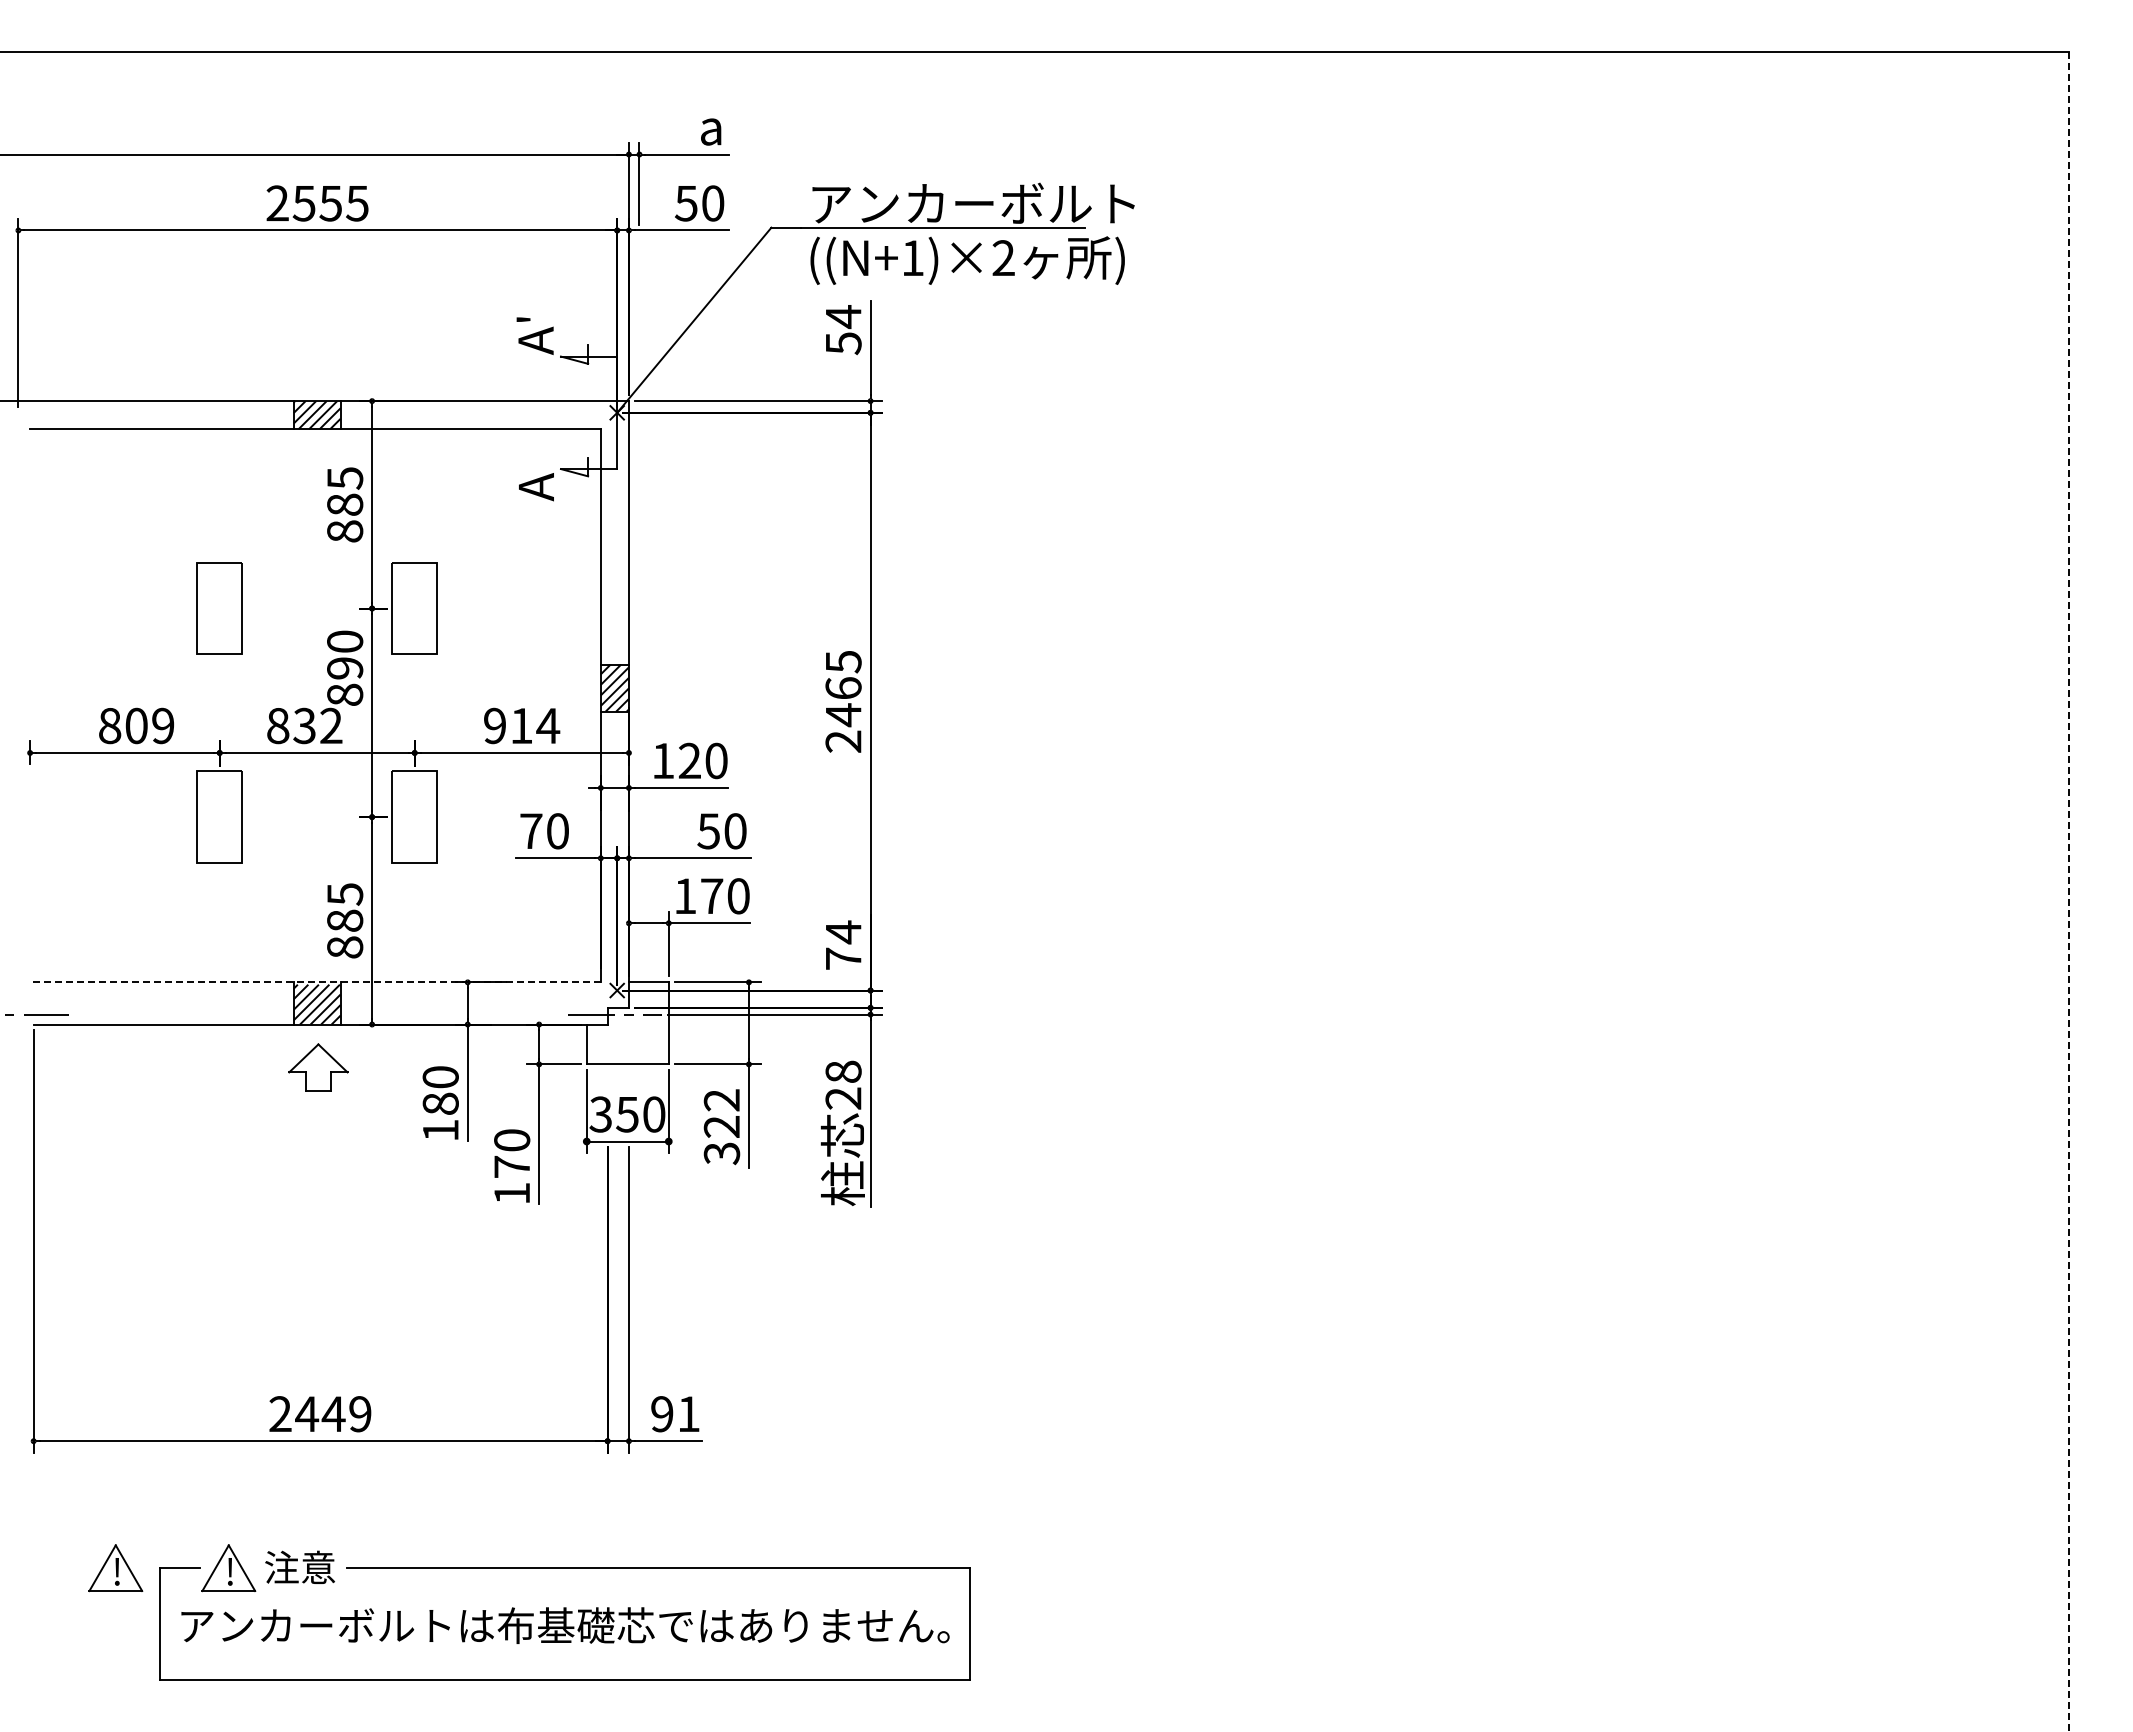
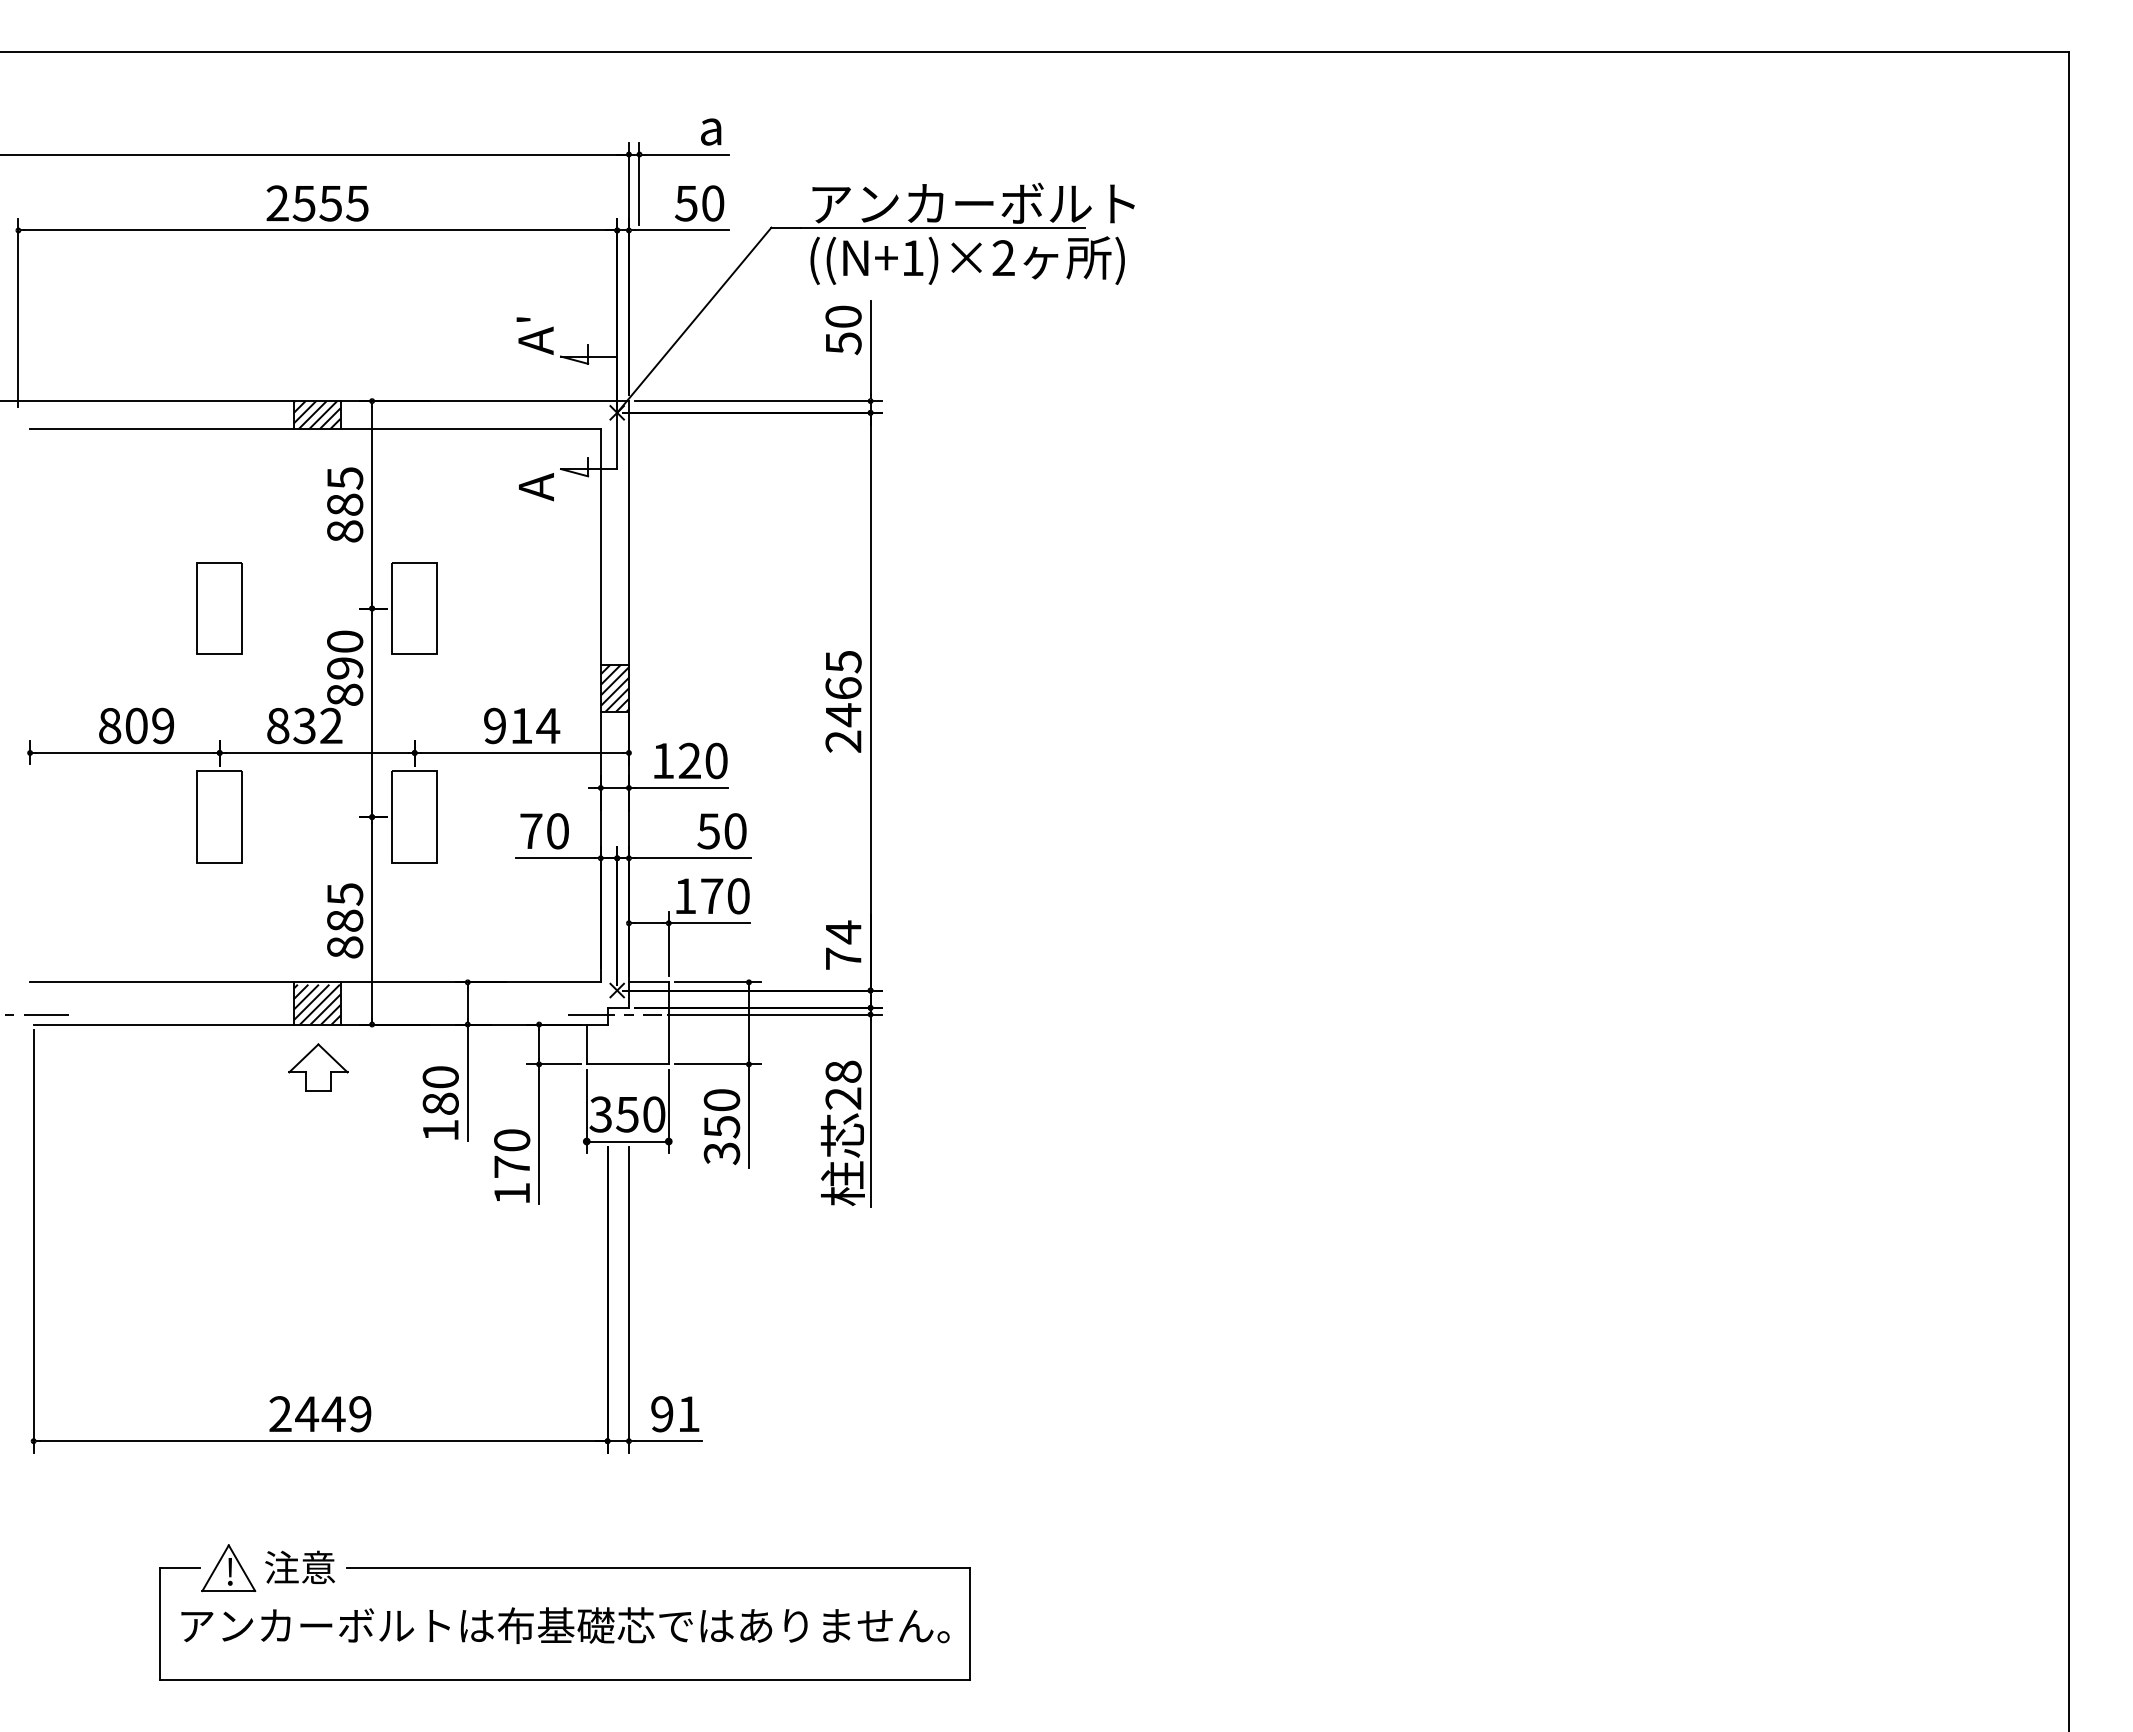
text at (843, 317): 54 -> 50
line at (2069, 891): dashed -> solid
line at (314, 982): dashed -> solid
text at (721, 1113): 322 -> 350
part at (115, 1568): present -> none
